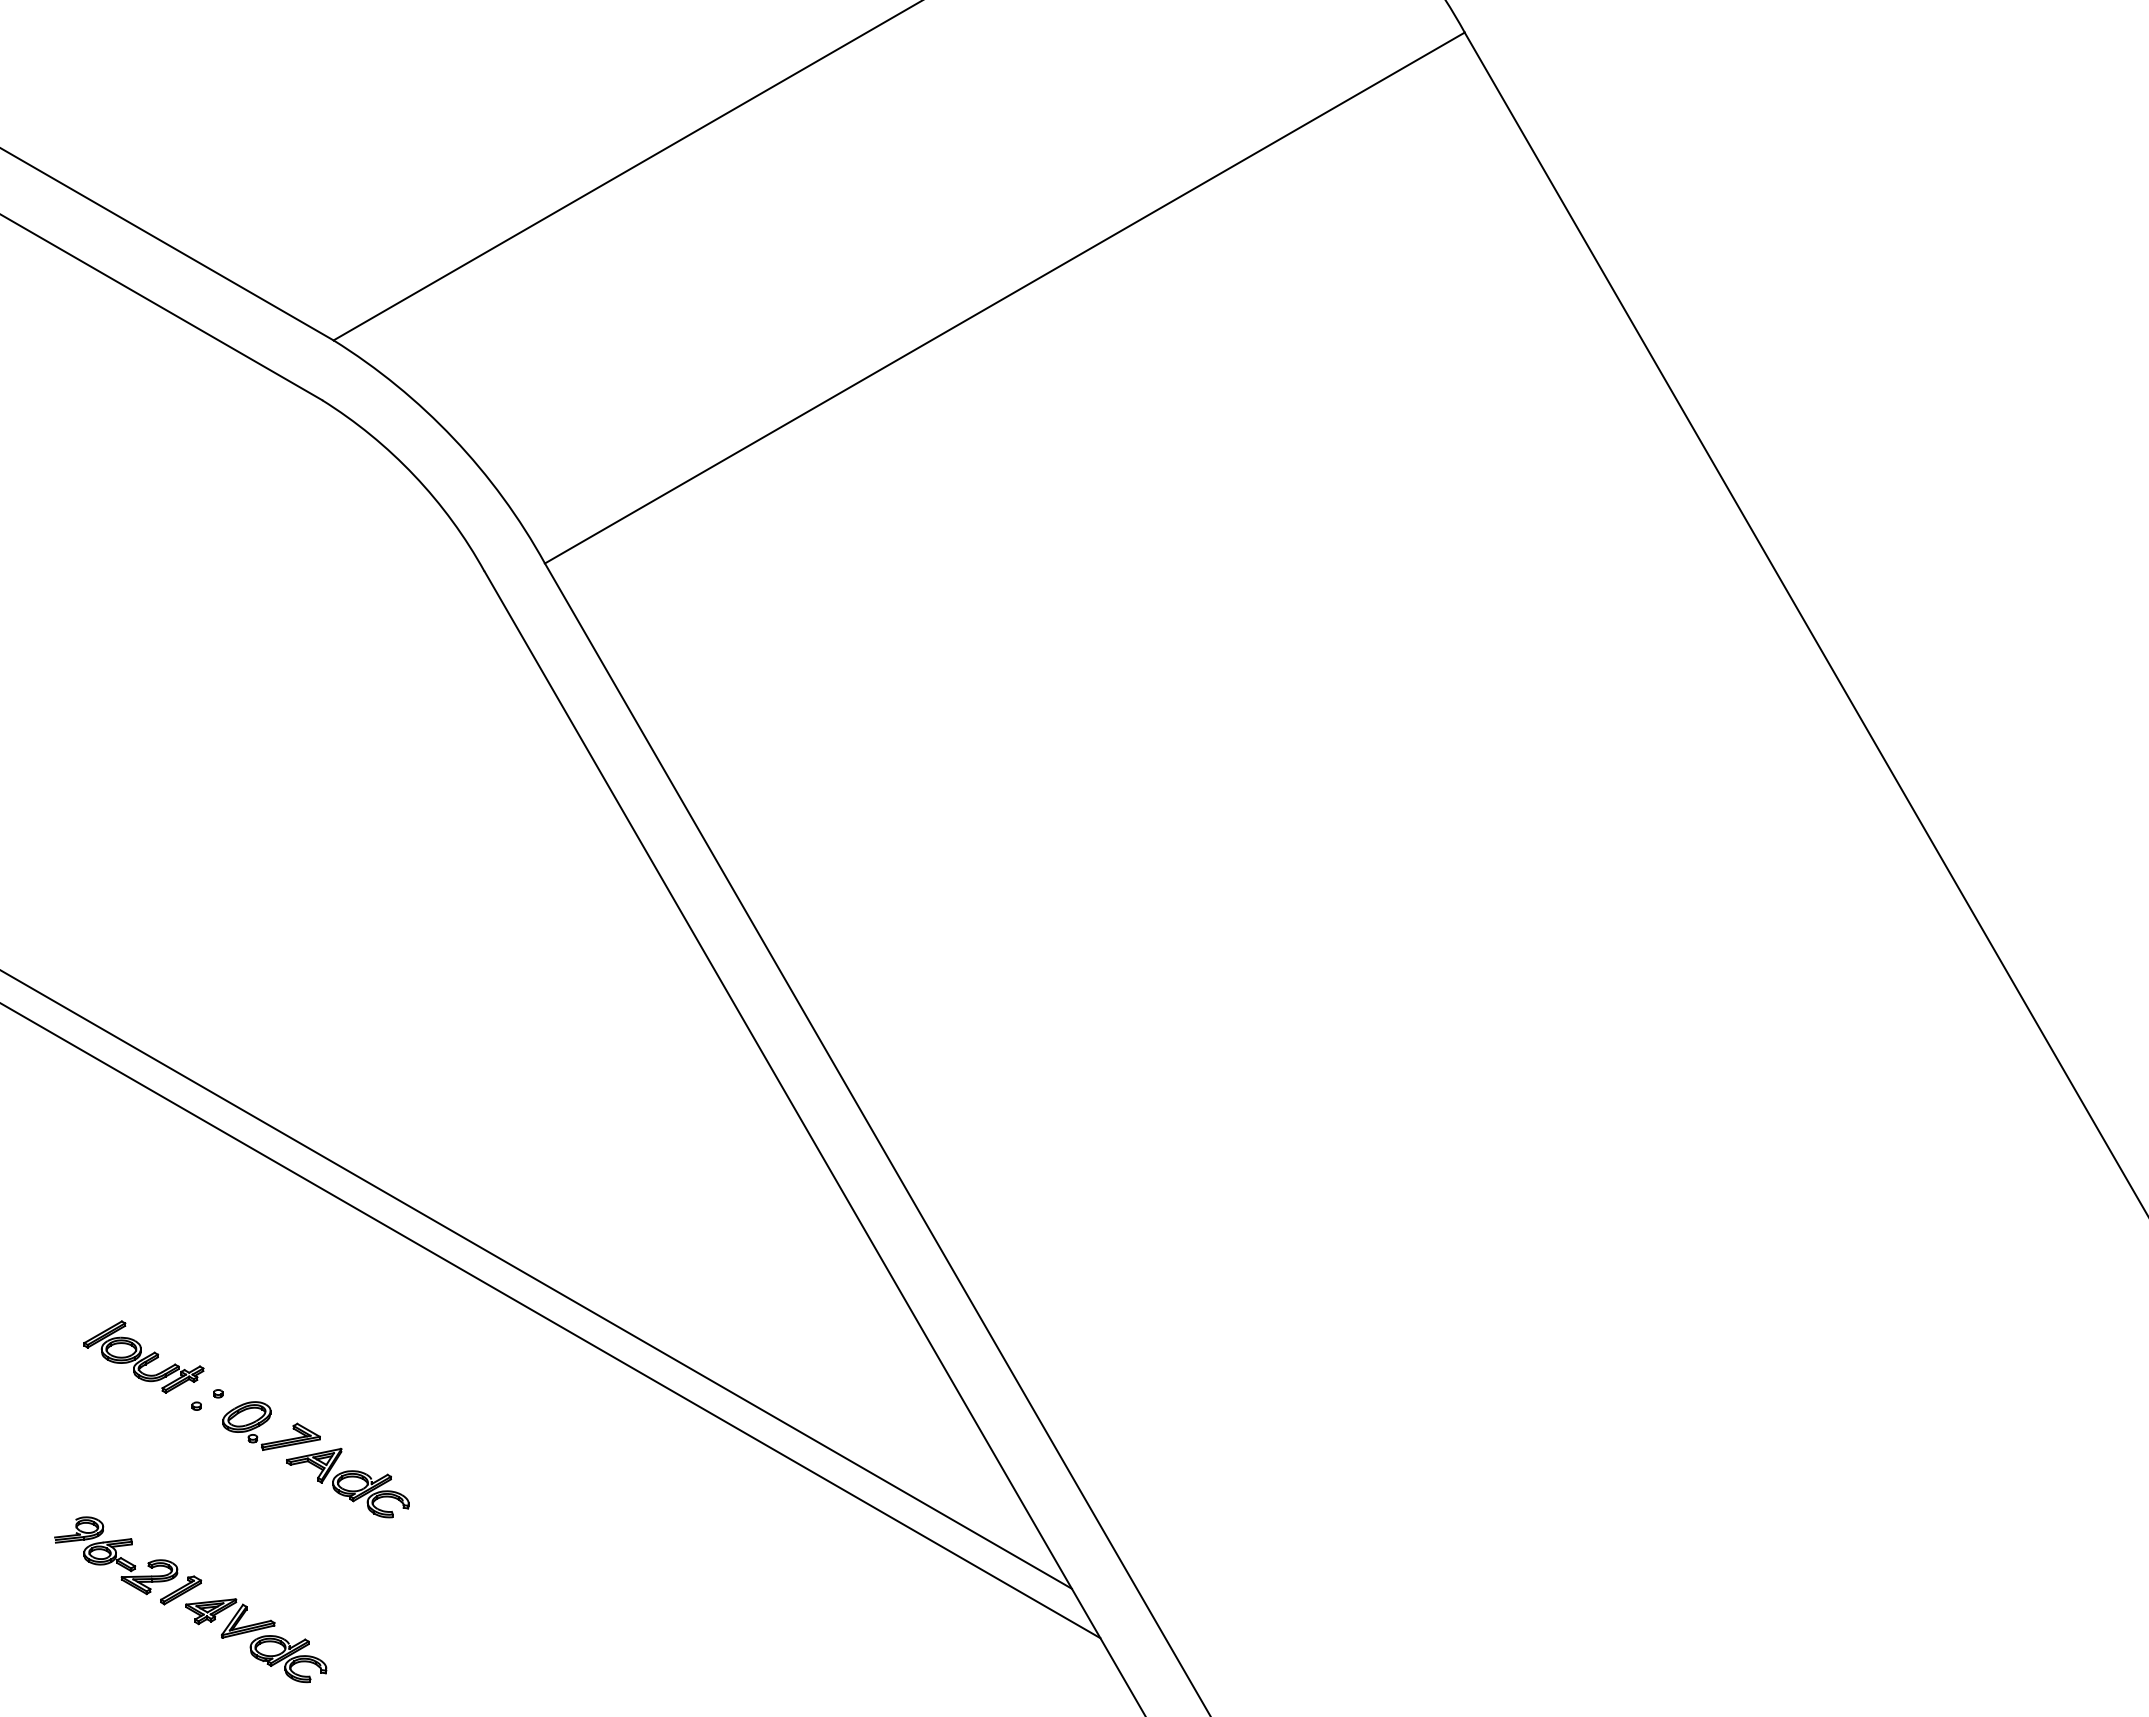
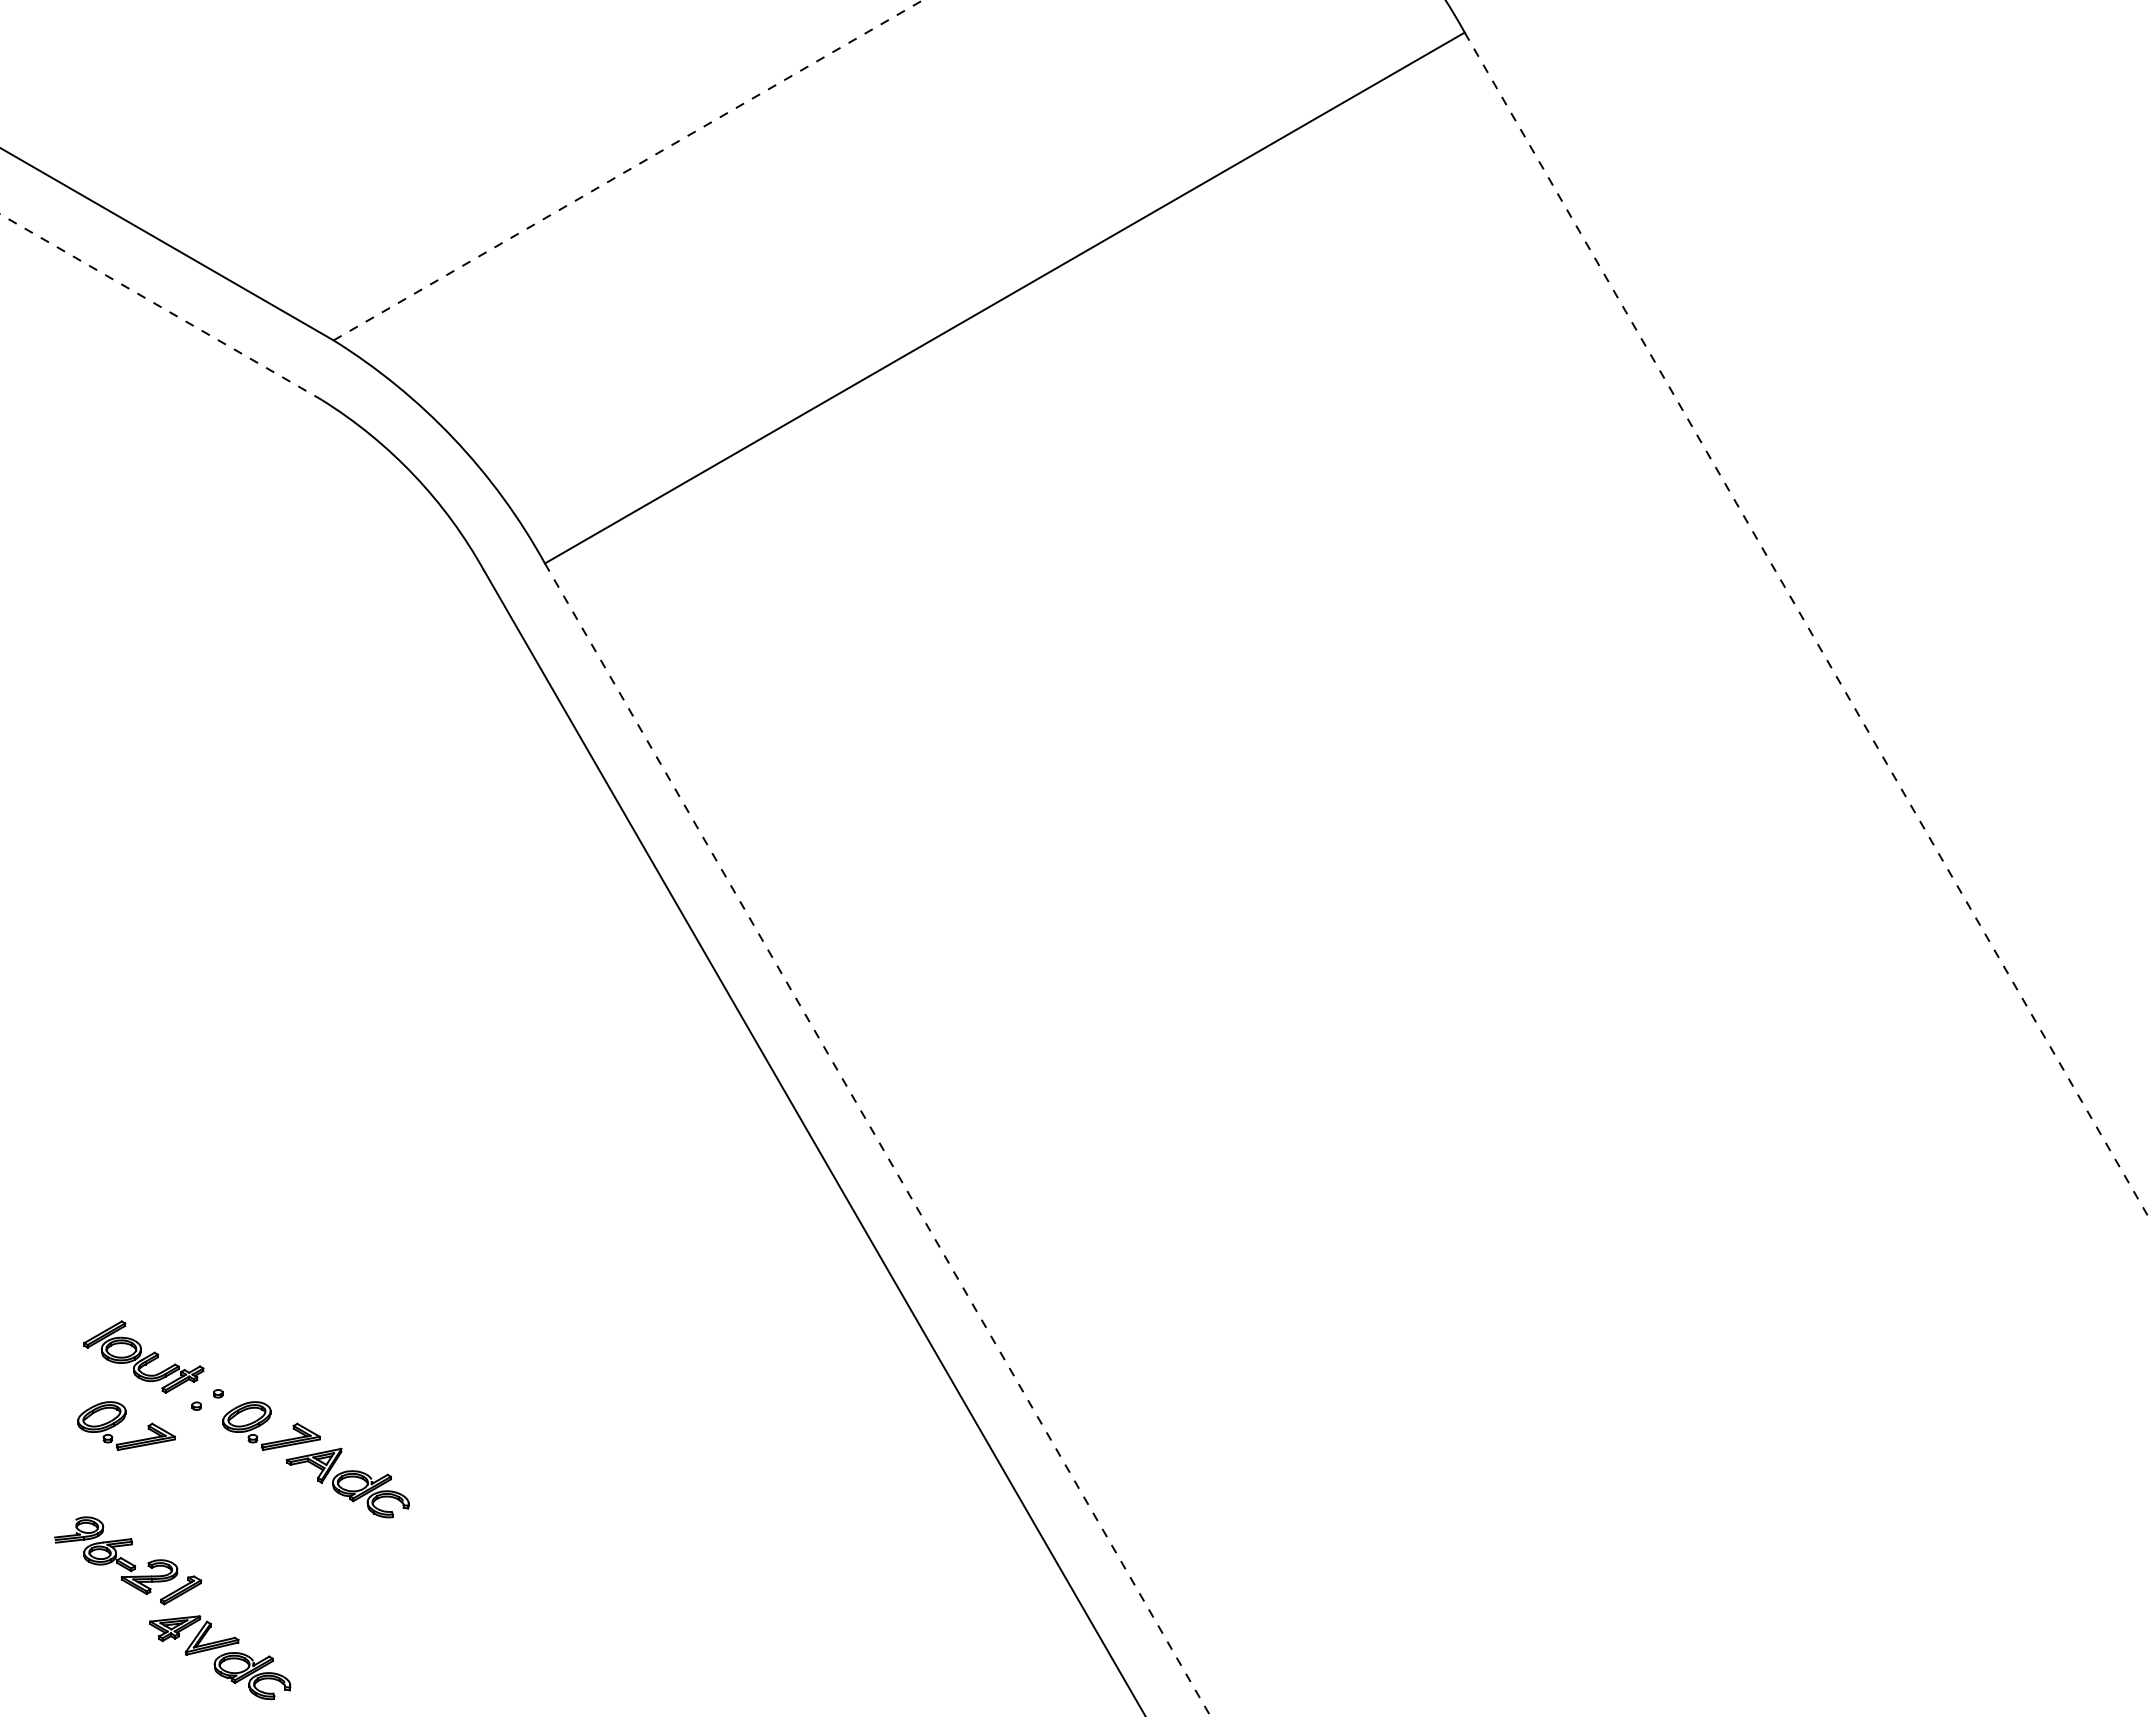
line at (628, 170): solid -> dashed
line at (161, 307): solid -> dashed
line at (1806, 624): solid -> dashed
line at (877, 1140): solid -> dashed
line at (536, 1279): present -> none
line at (551, 1321): present -> none
part at (126, 1425): none -> present
part at (256, 1640) position: (256, 1640) -> (220, 1657)
